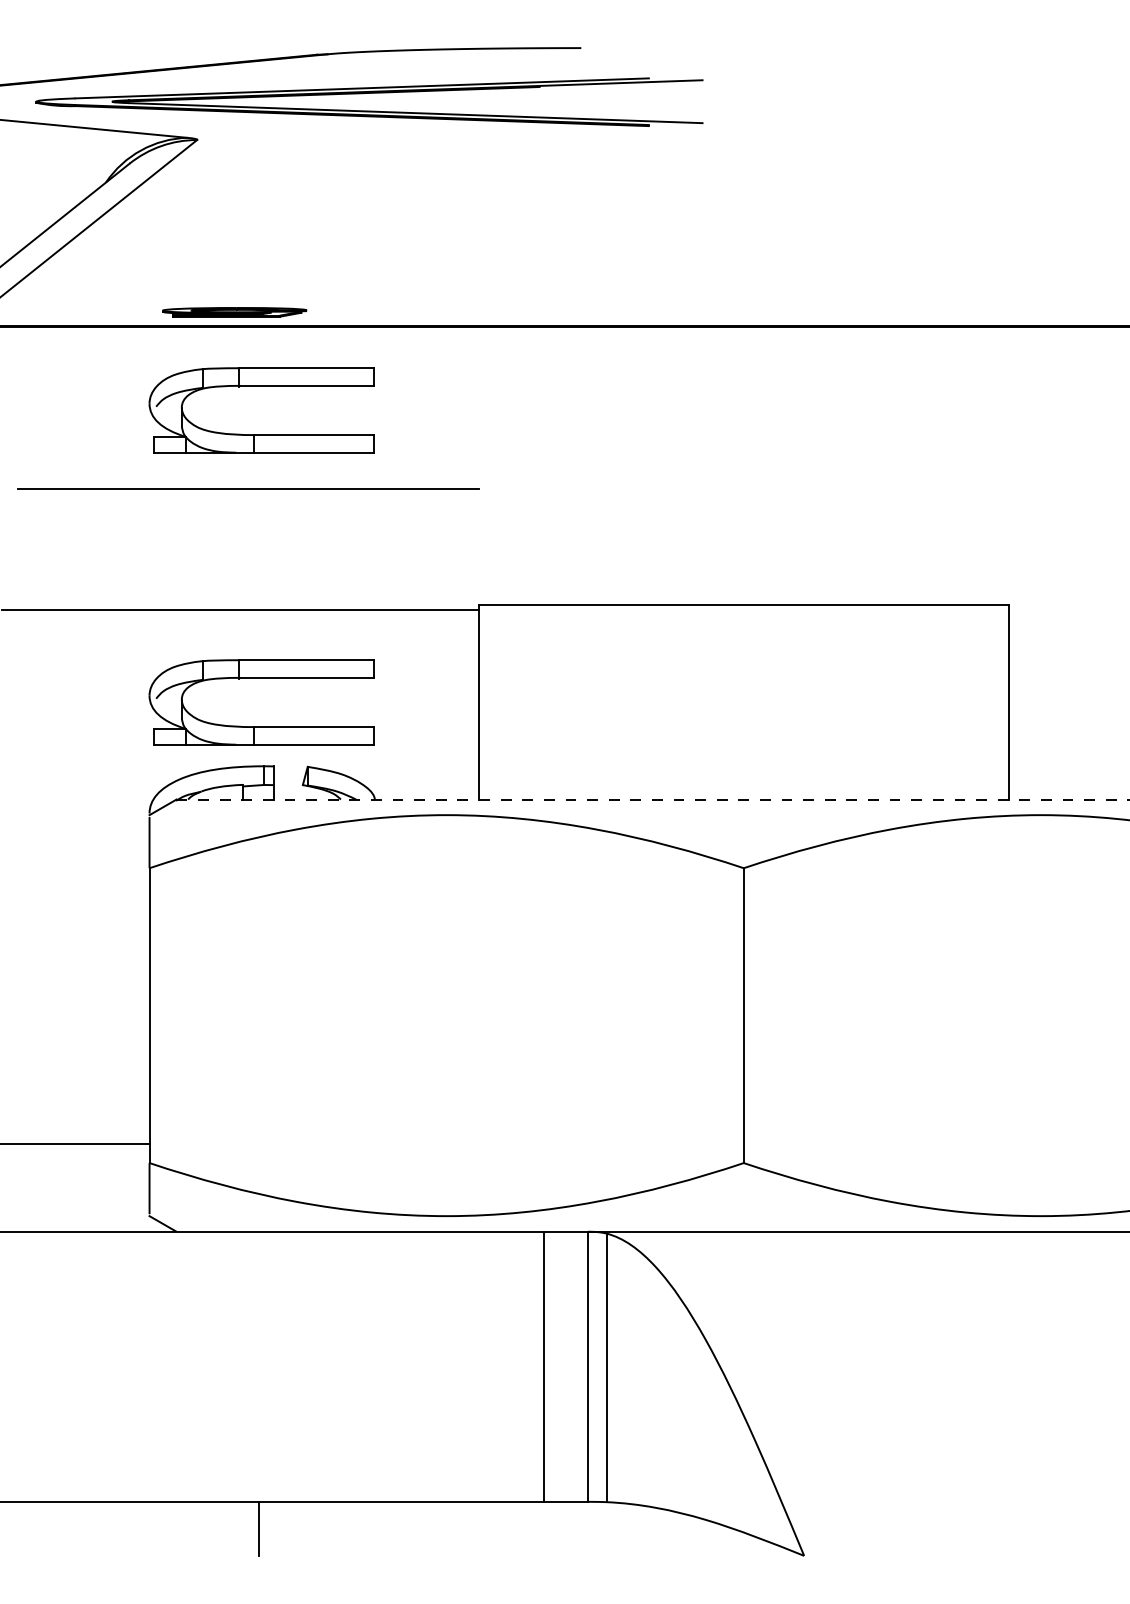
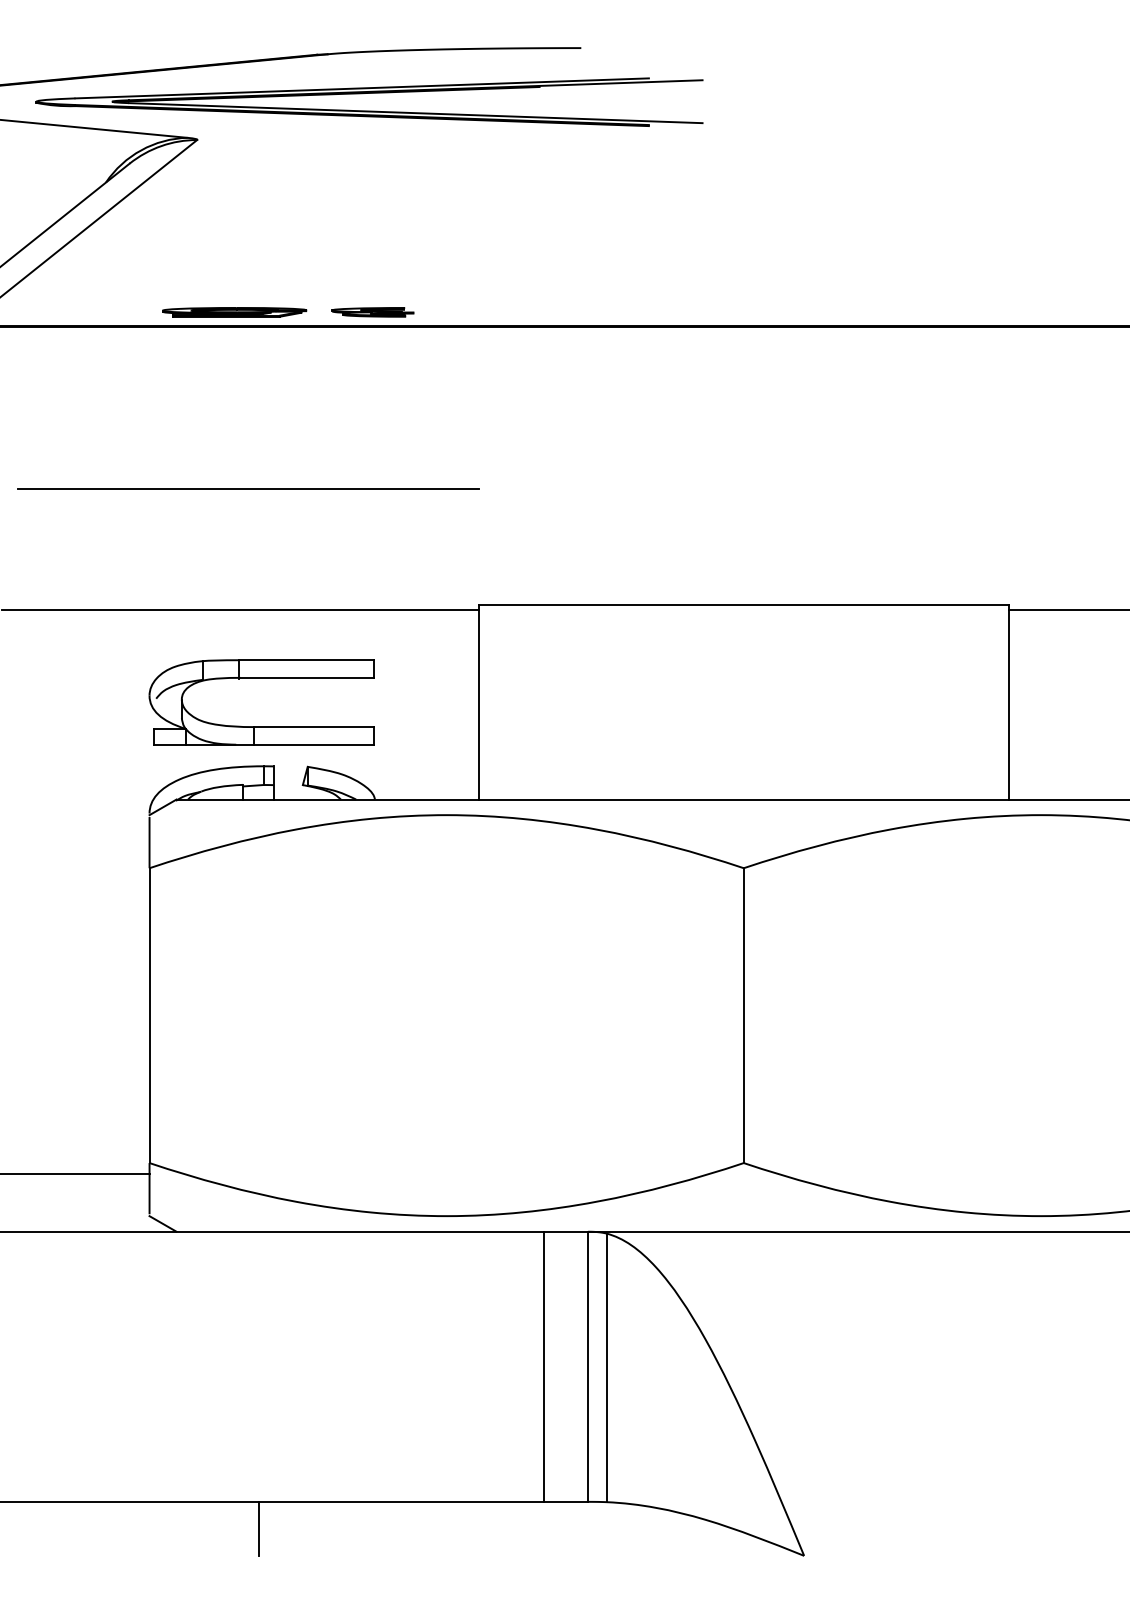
part at (372, 312): none -> present
part at (261, 386): present -> none
line at (1067, 610): none -> present
line at (652, 799): dashed -> solid
line at (75, 1143) position: (75, 1143) -> (75, 1173)
